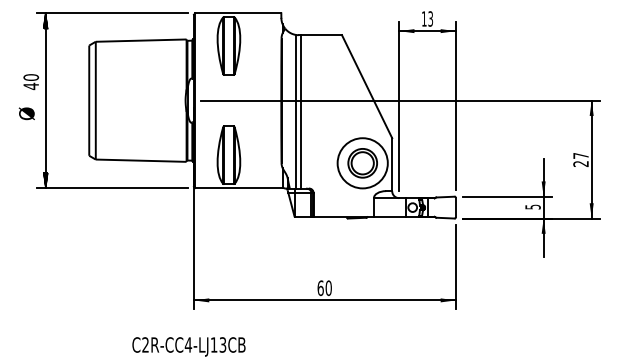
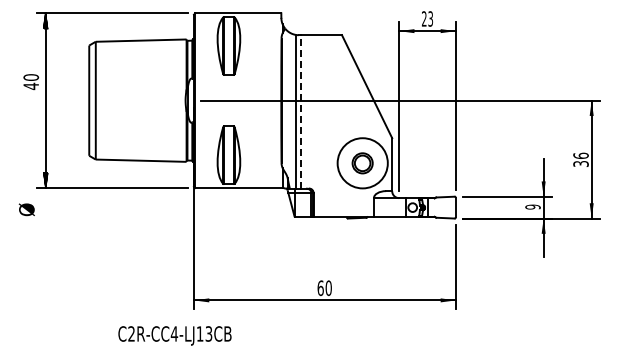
text at (423, 18): 13 -> 23
line at (300, 111): solid -> dashed
text at (26, 113) position: (26, 113) -> (26, 209)
text at (580, 159): 27 -> 36
part at (362, 163) size: 31x31 px -> 23x23 px
text at (532, 206): 5 -> 9
text at (188, 346) position: (188, 346) -> (174, 335)
